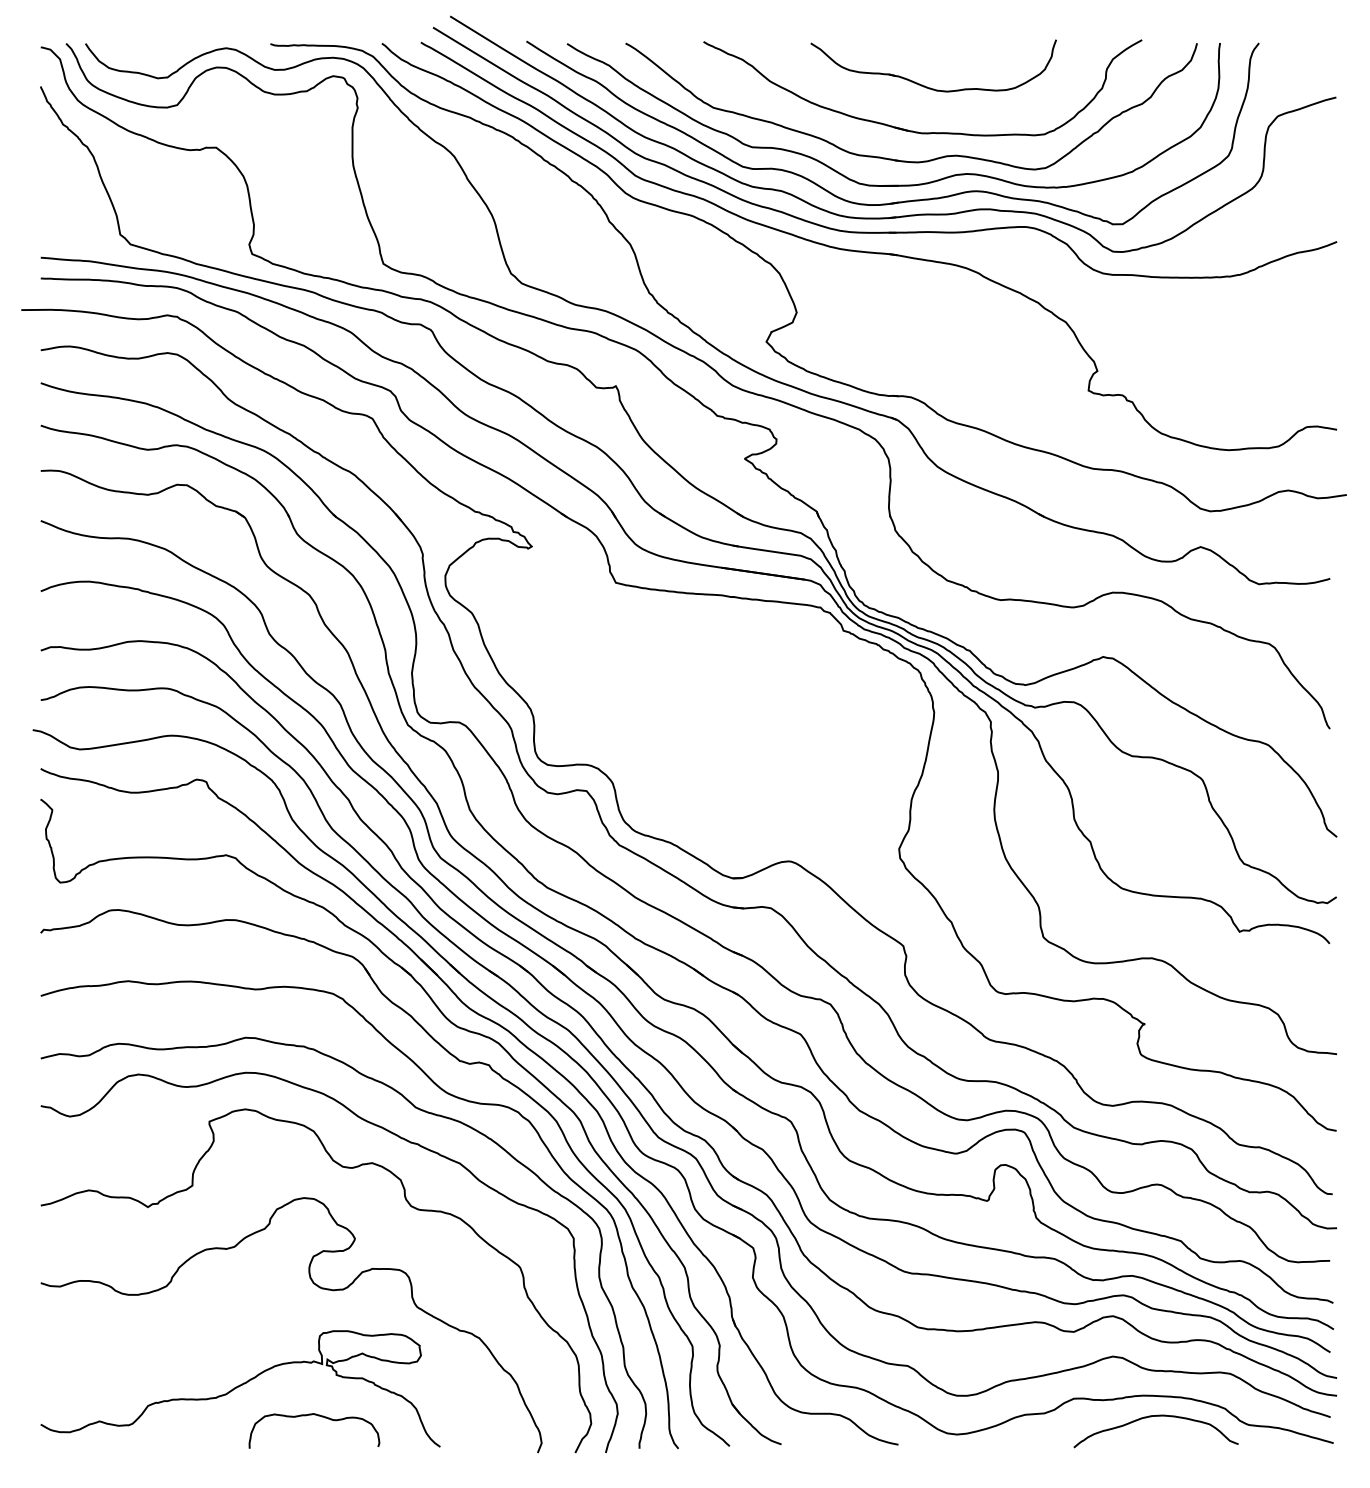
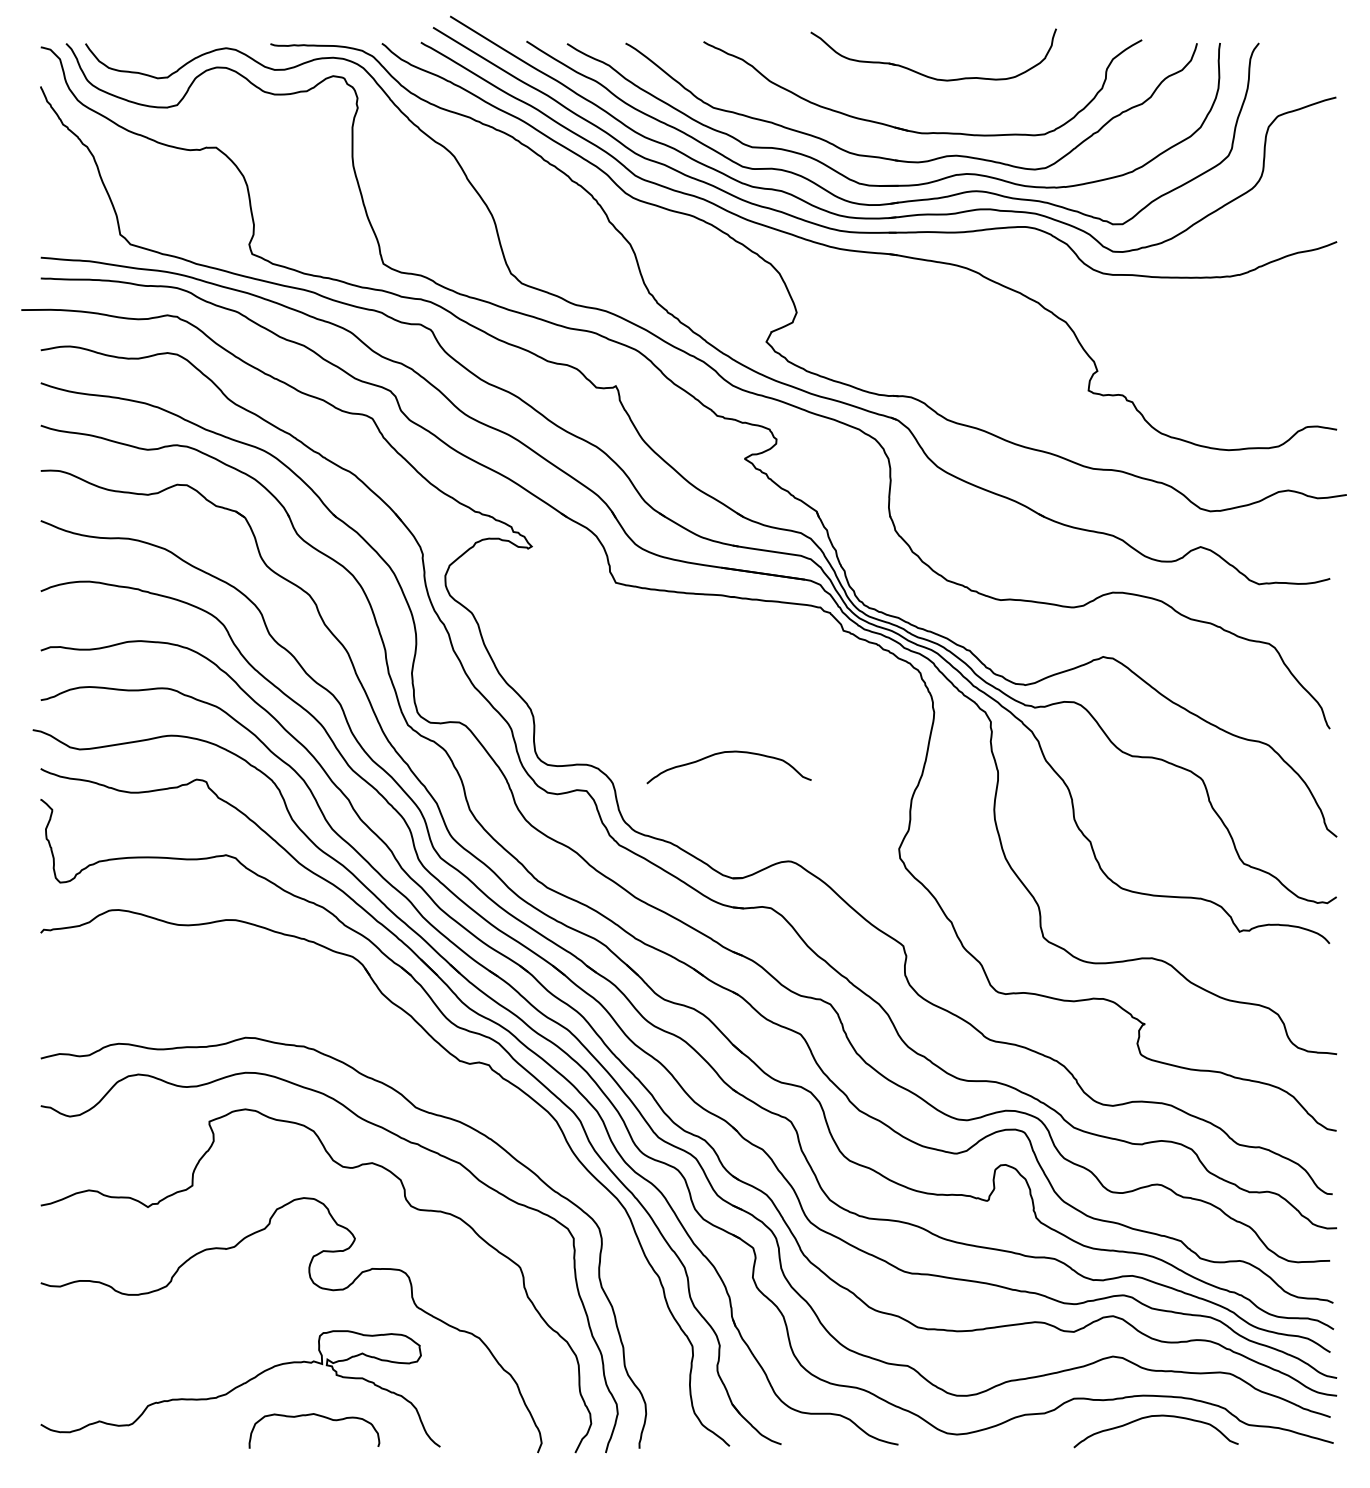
part at (927, 86) position: (927, 86) -> (927, 75)
curve at (724, 753): none -> present
curve at (441, 1090): present -> none
